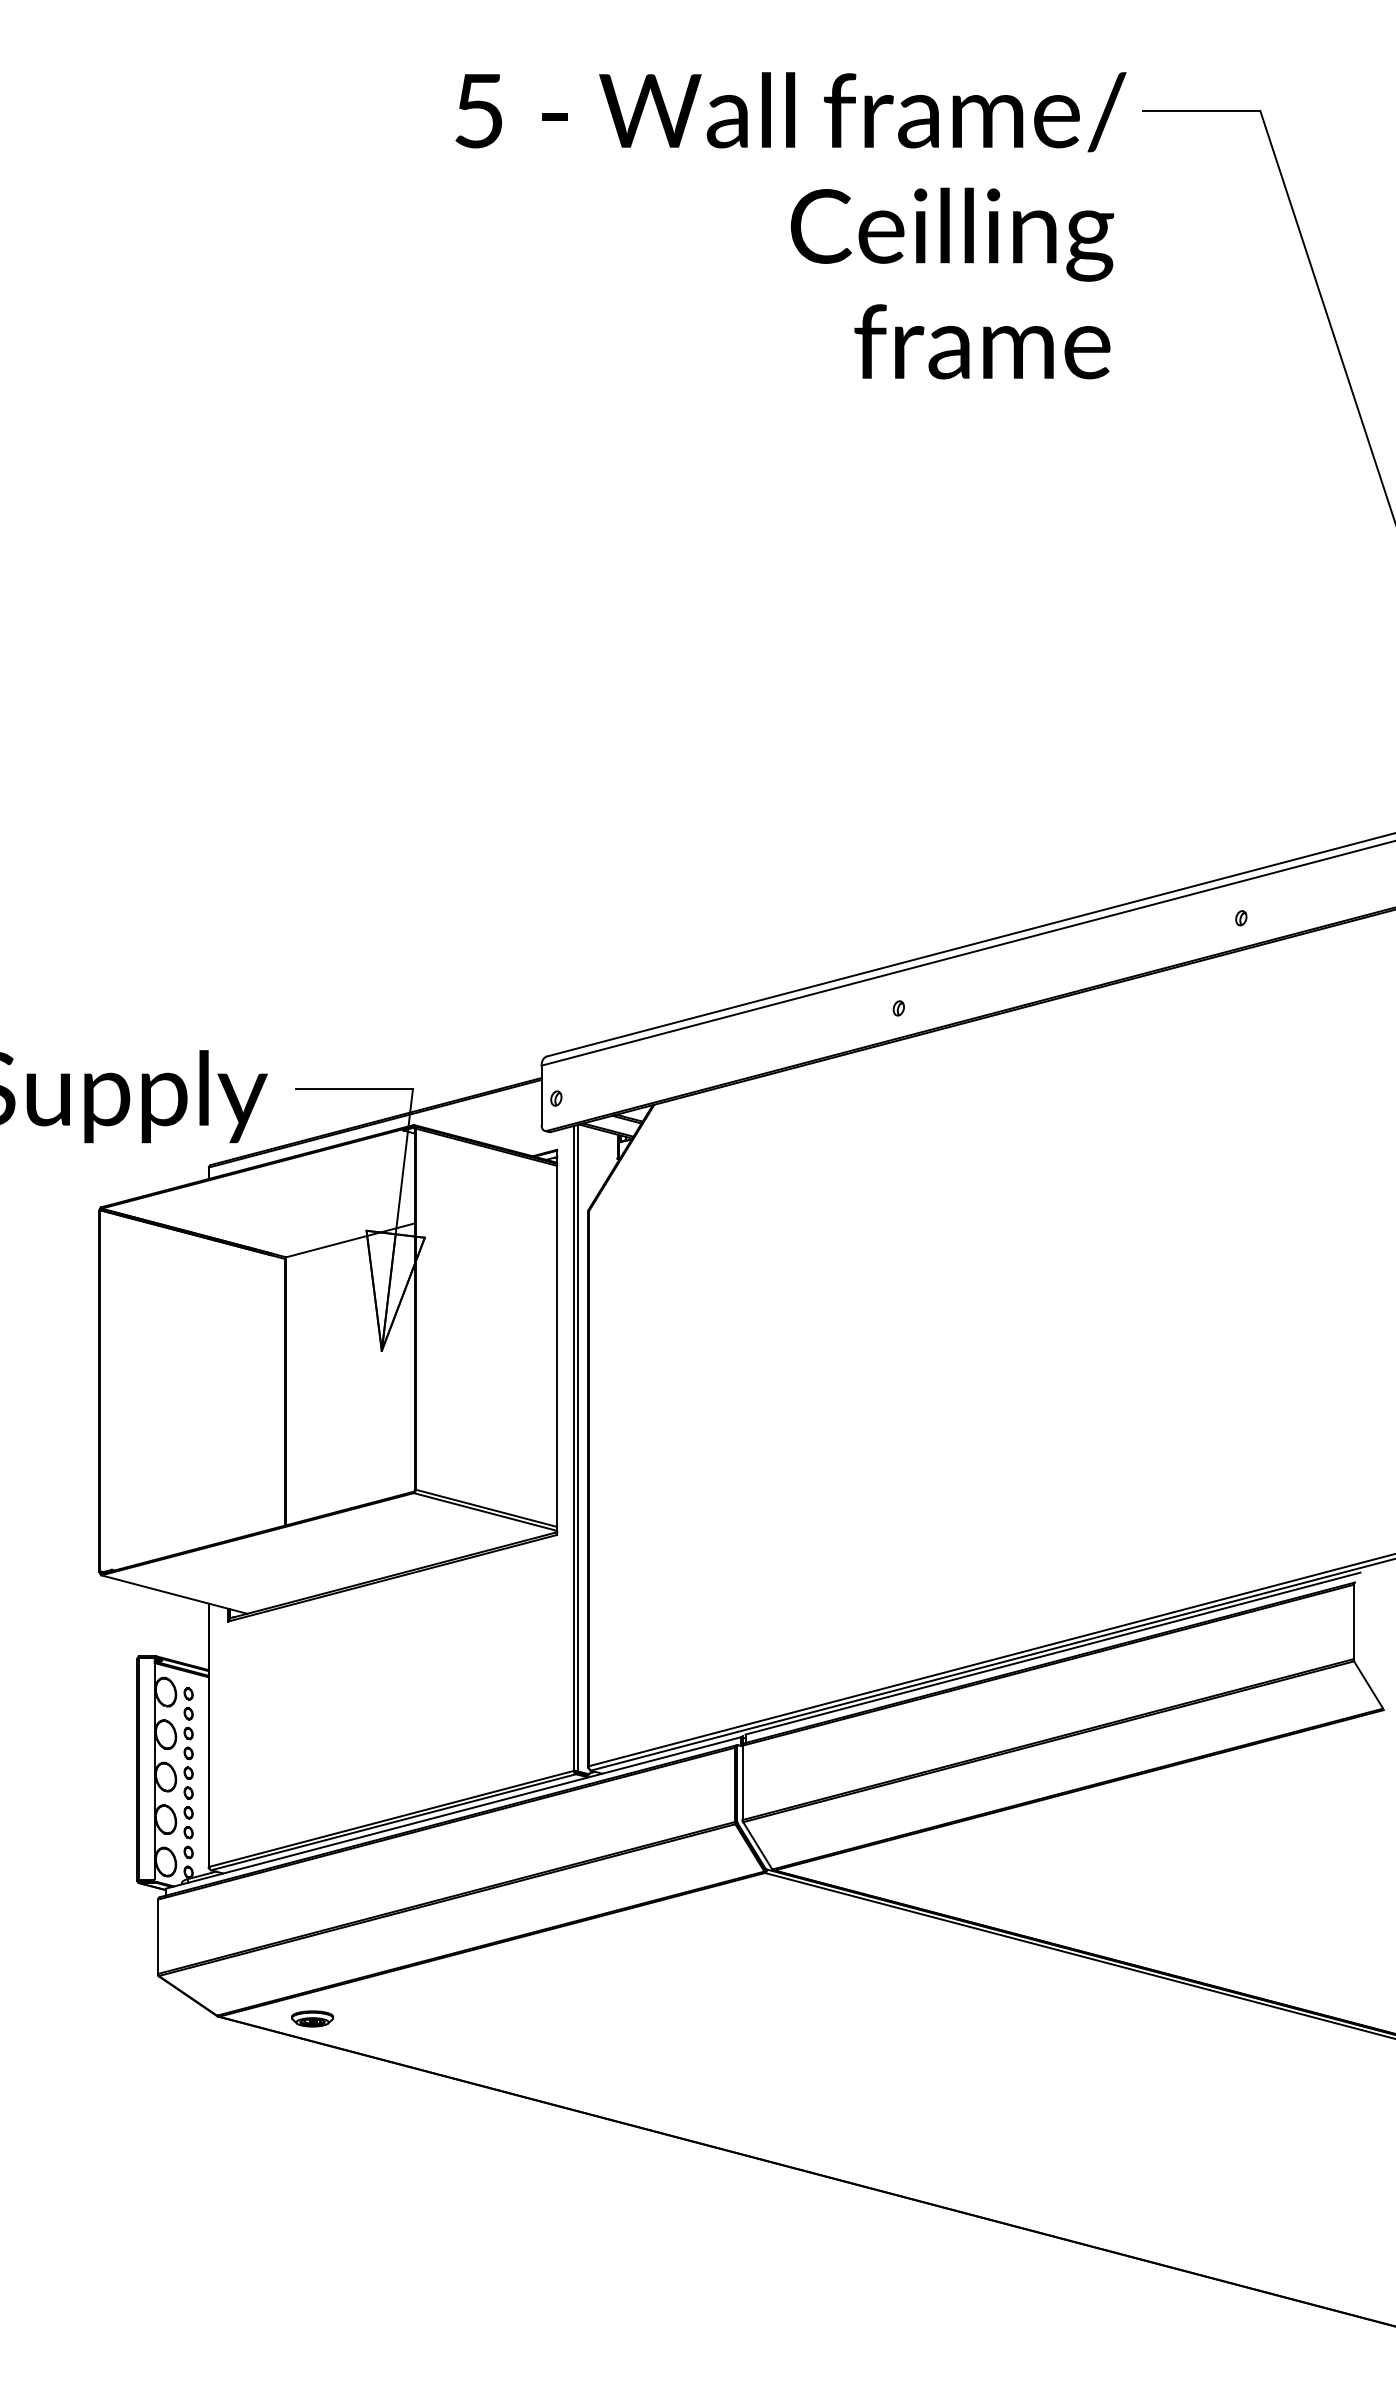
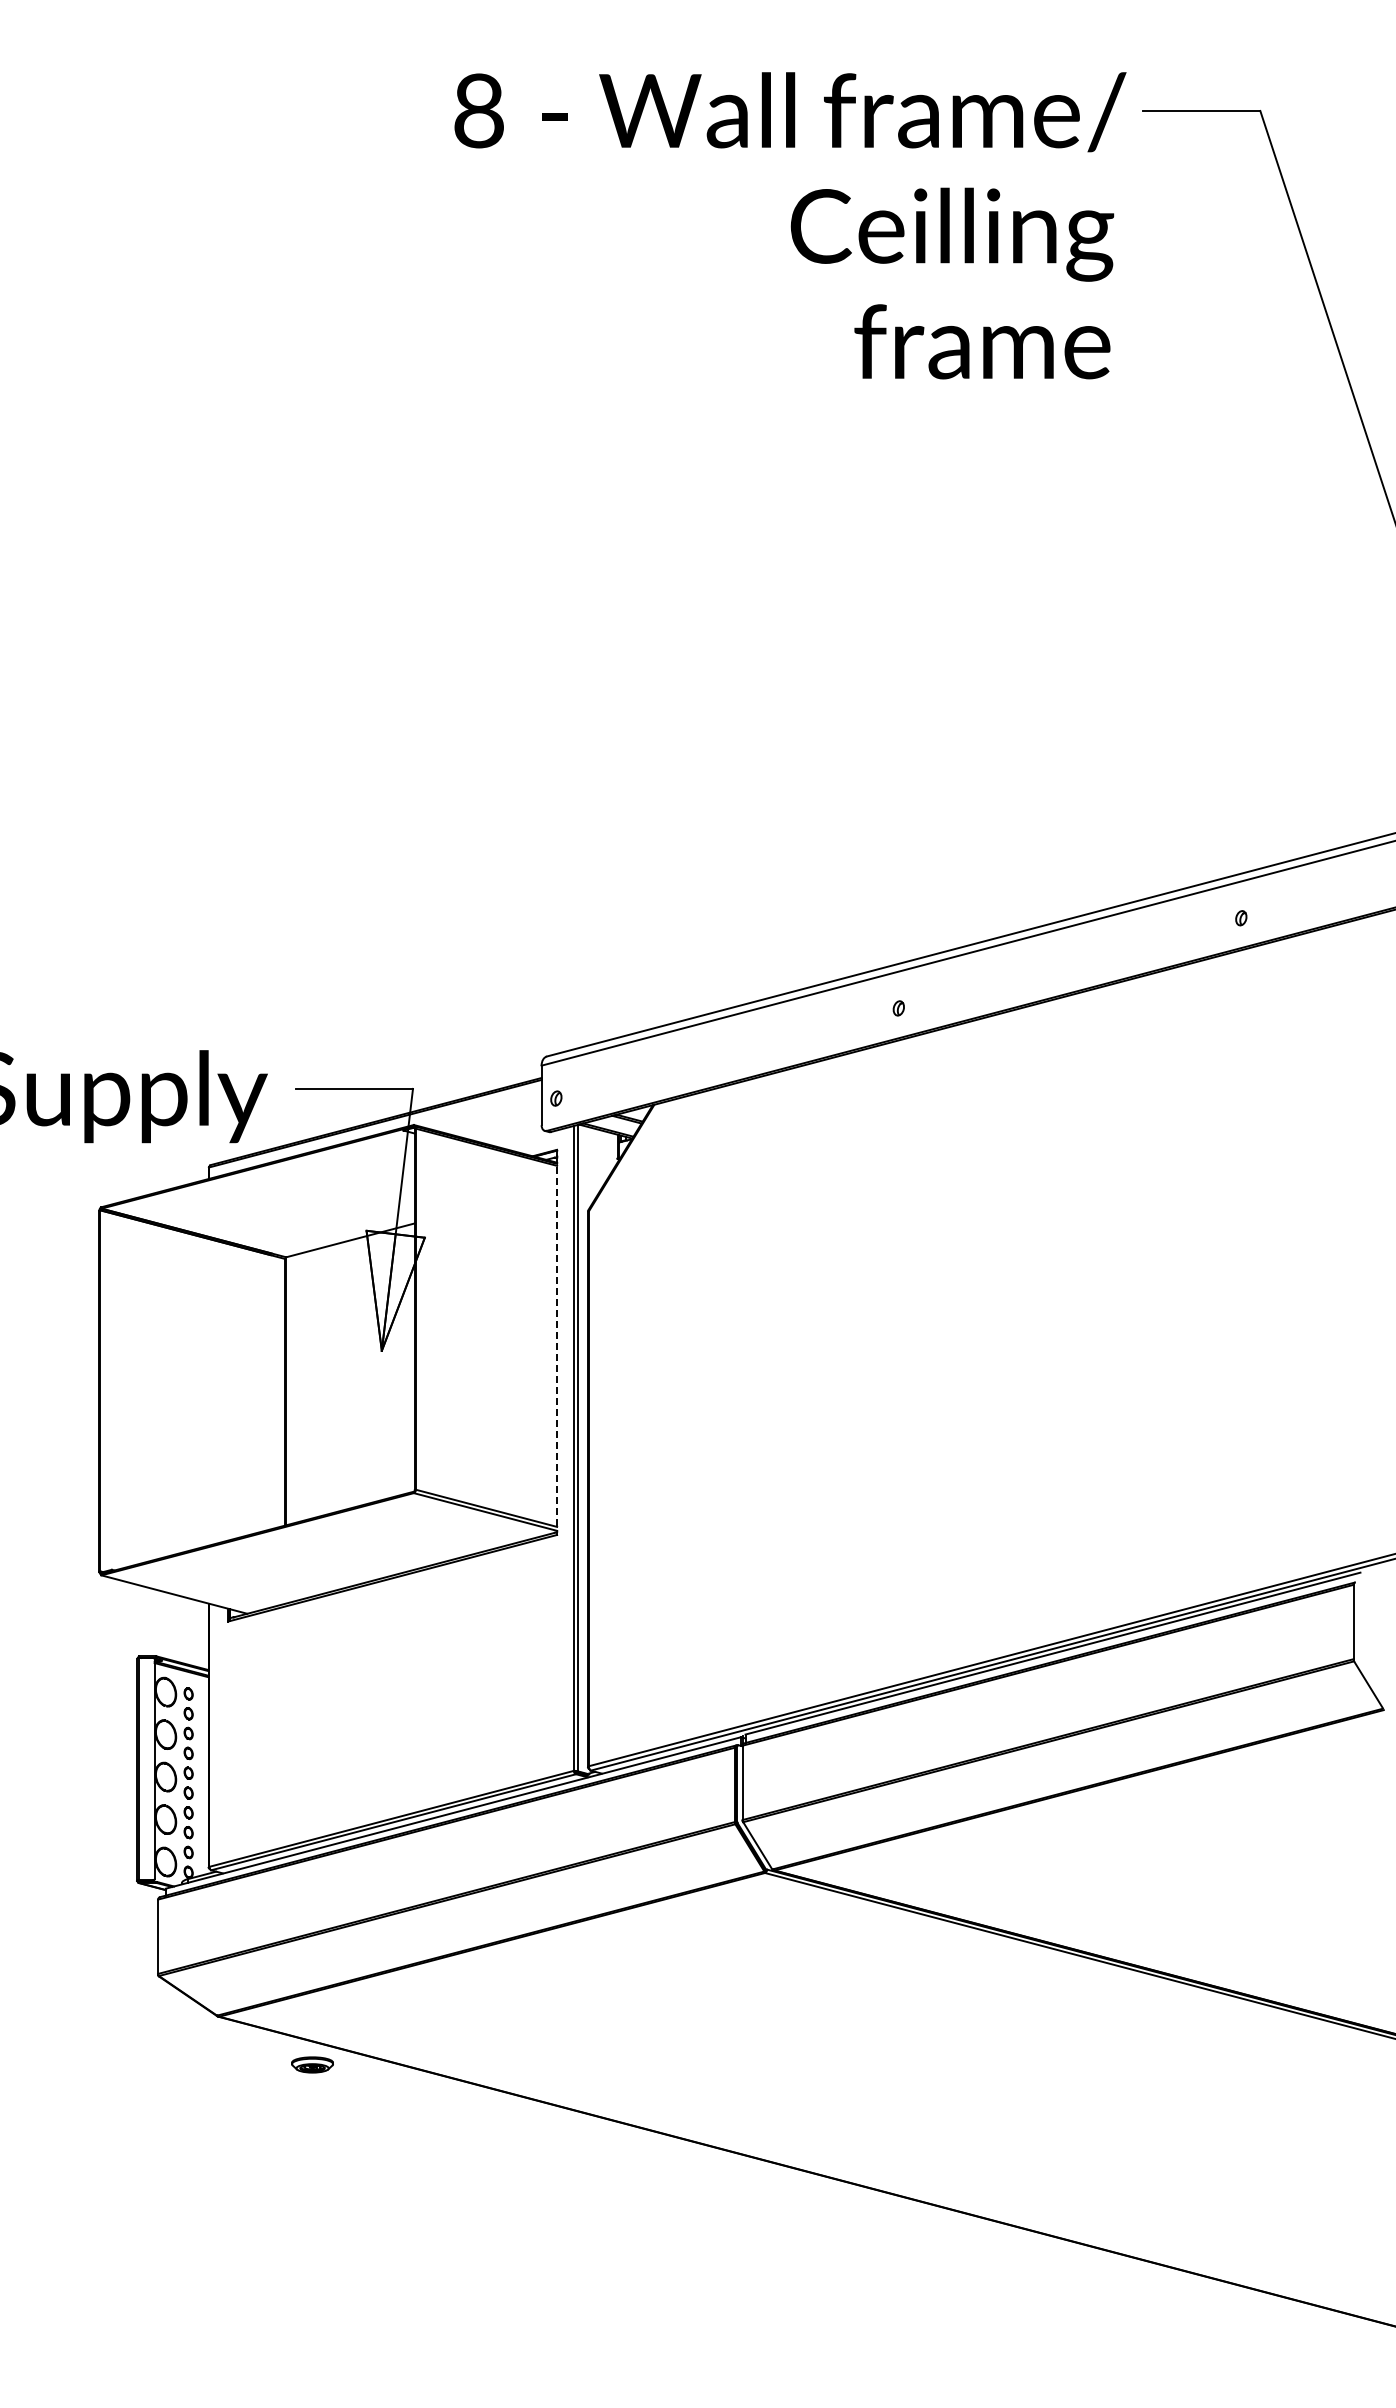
text at (478, 110): 5 -> 8
line at (557, 1344): solid -> dashed
part at (312, 2018) position: (312, 2018) -> (312, 2064)
